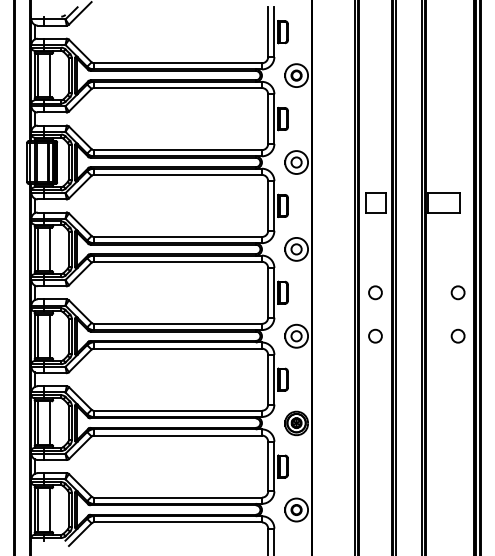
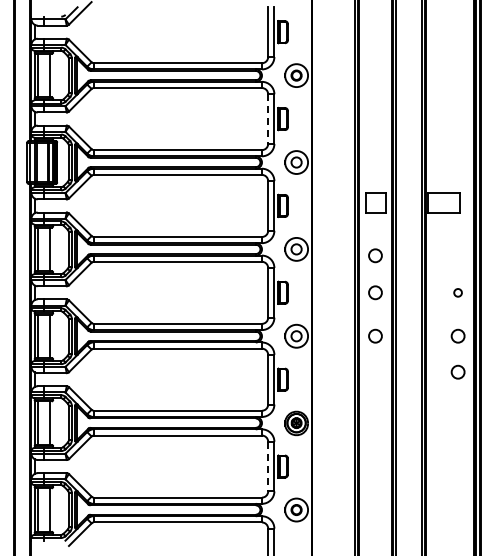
line at (268, 119): solid -> dashed
circle at (375, 255): none -> present
circle at (457, 292) size: 16x16 px -> 10x10 px
circle at (457, 371): none -> present
line at (268, 466): solid -> dashed
